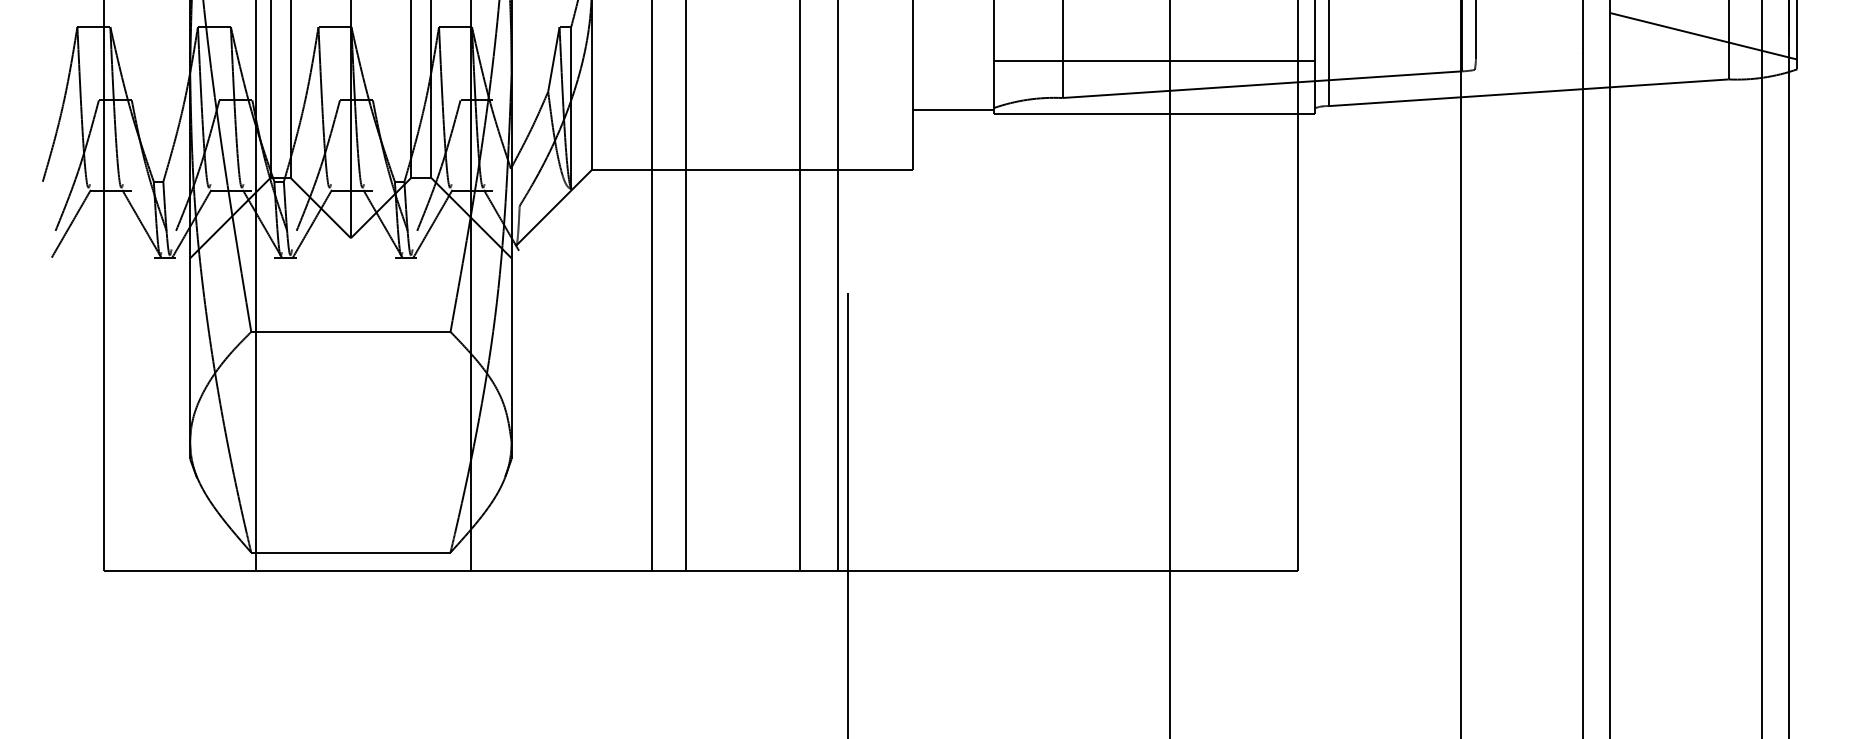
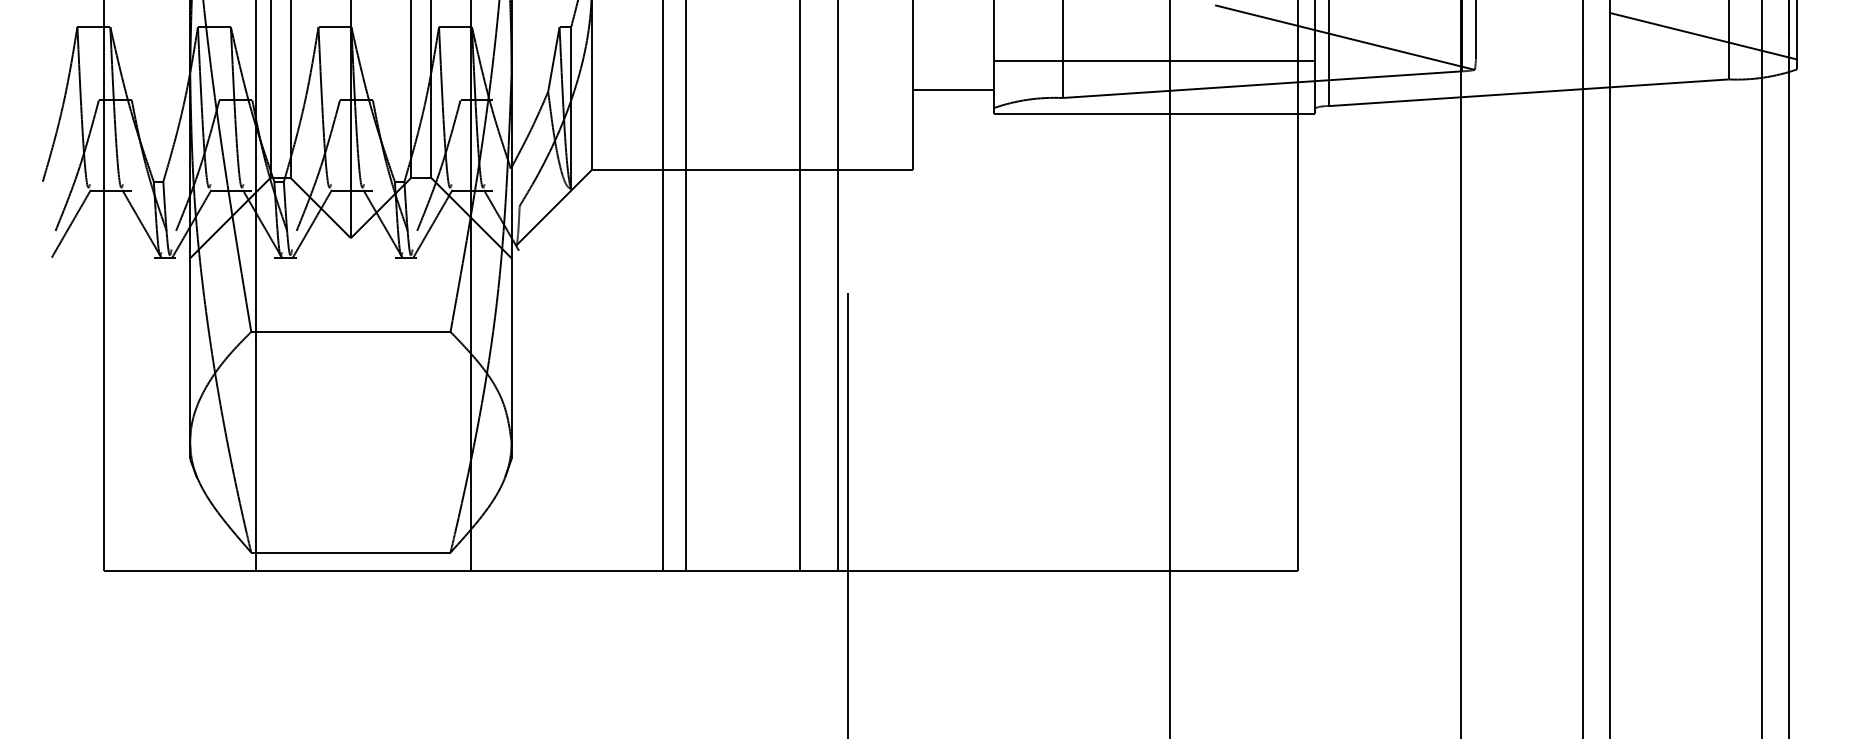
line at (1344, 37): none -> present
line at (953, 109) position: (953, 109) -> (953, 89)
line at (652, 286) position: (652, 286) -> (663, 286)
